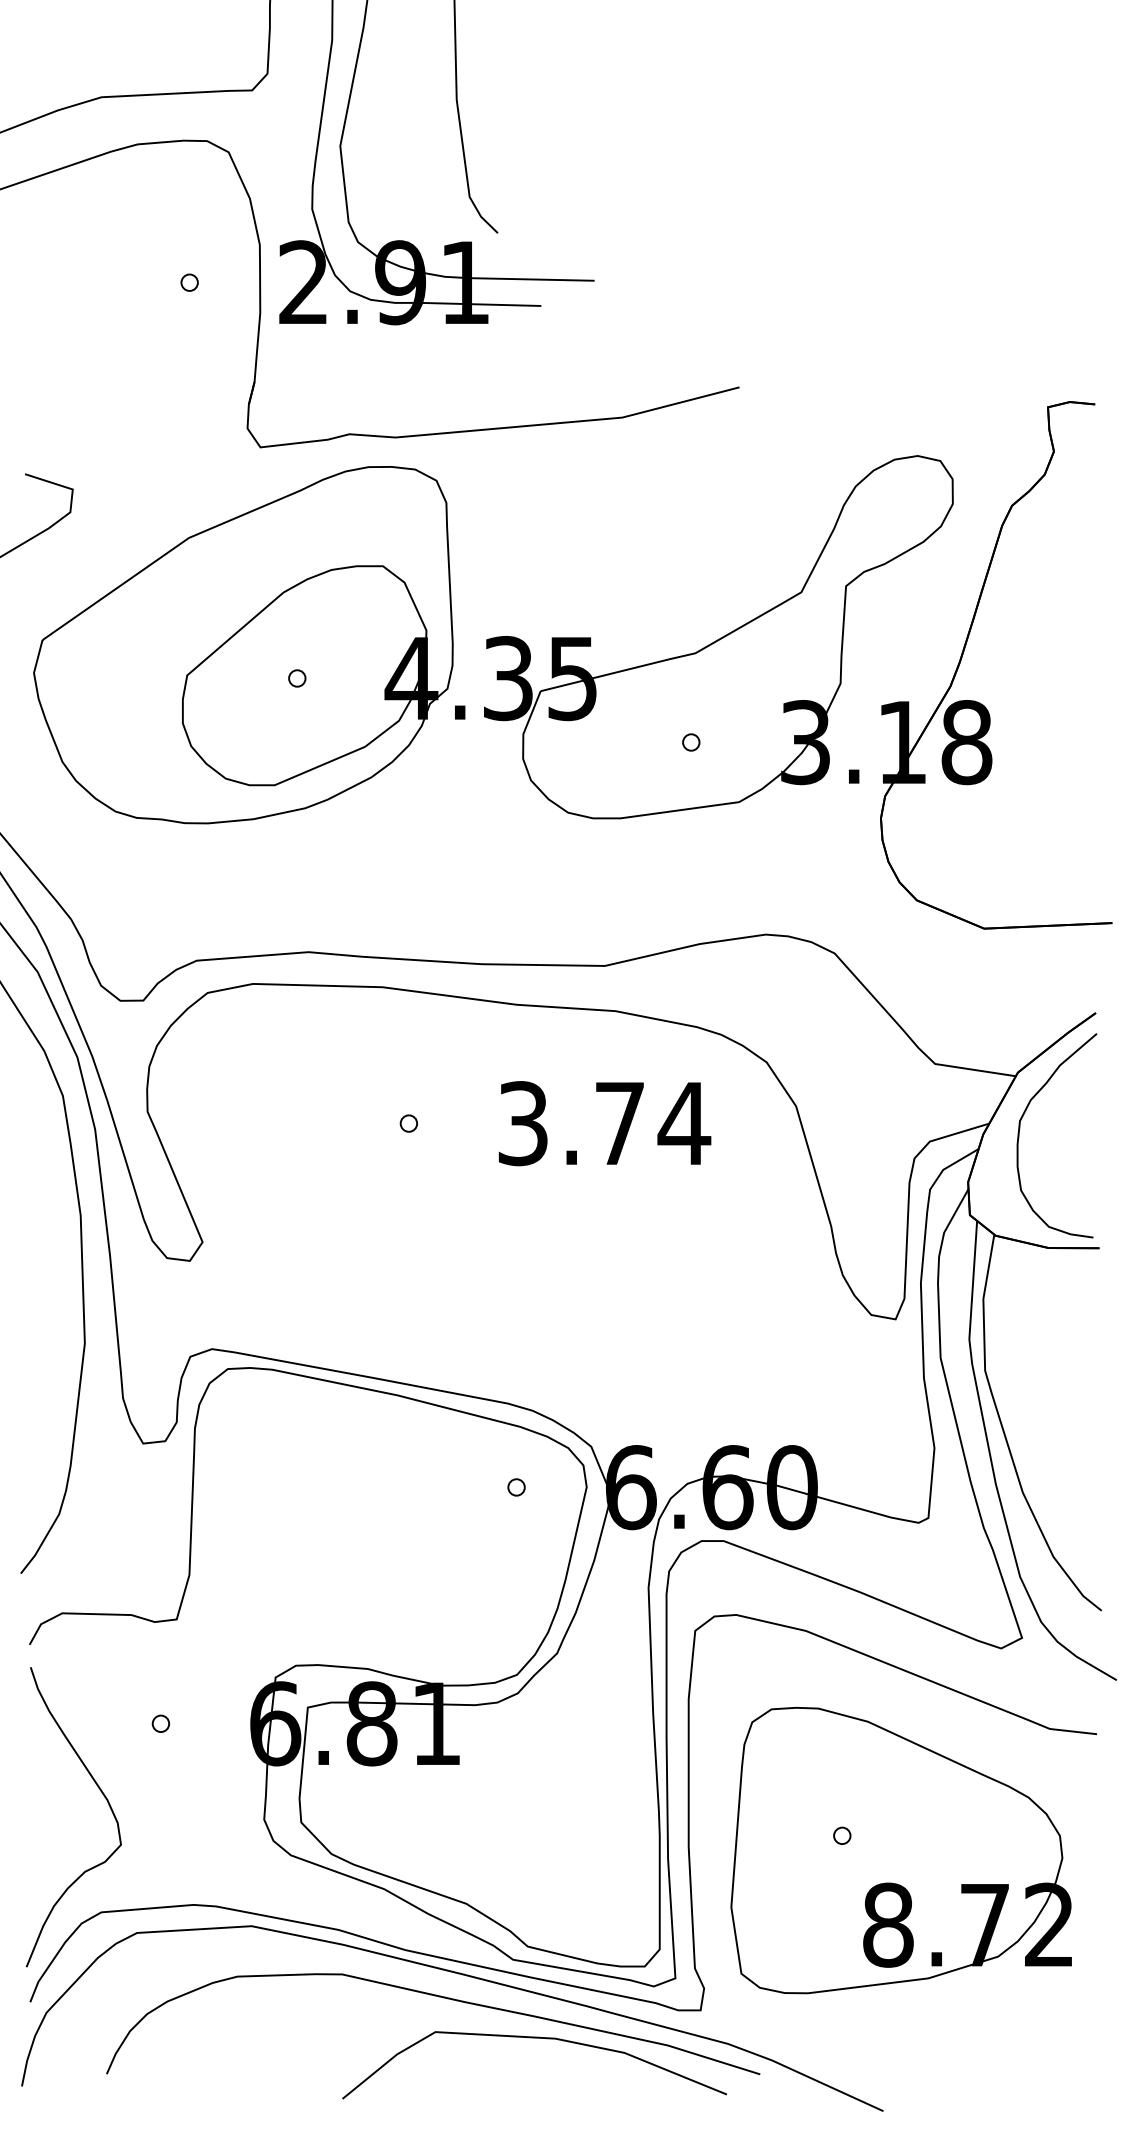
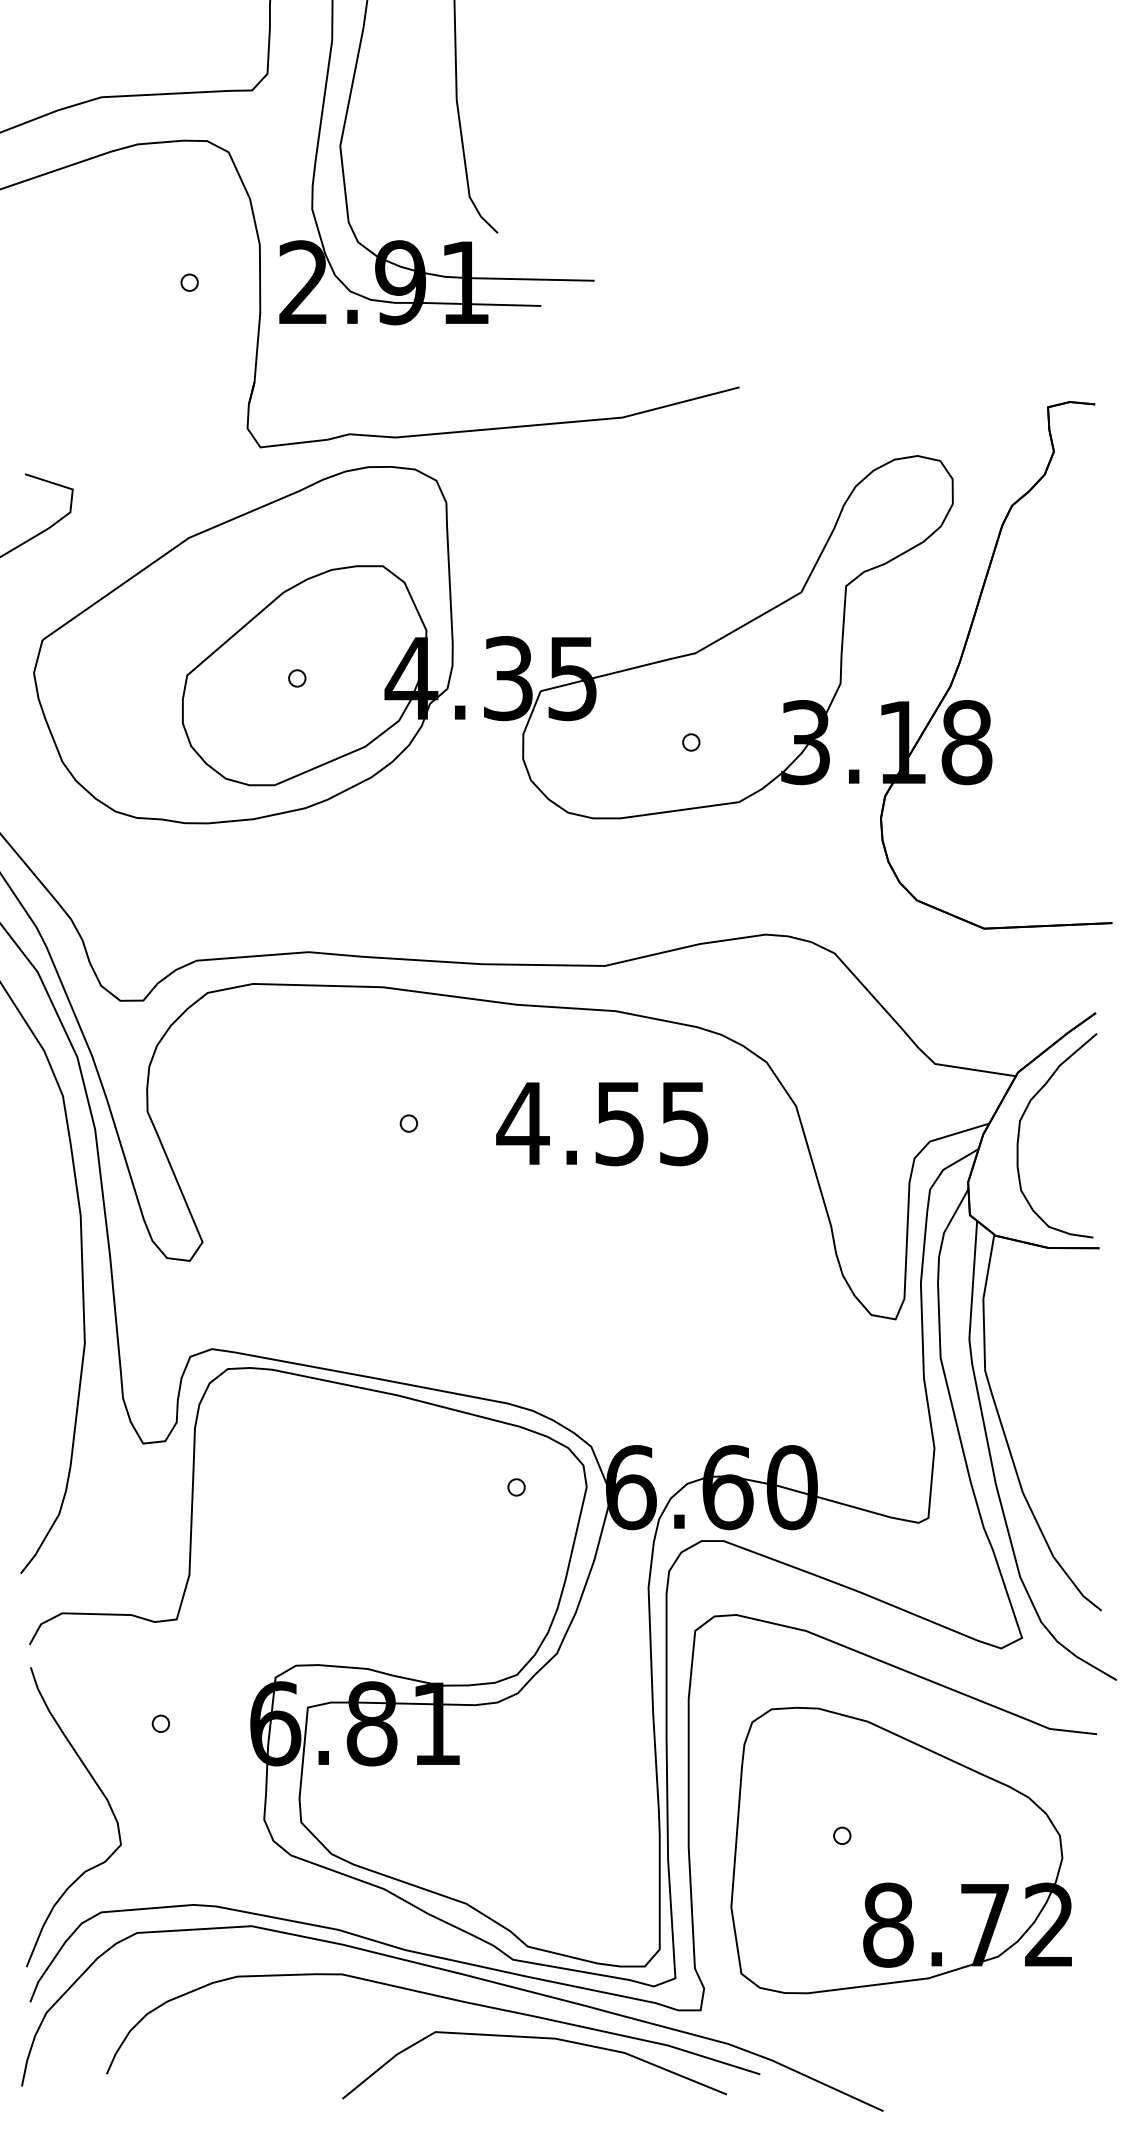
text at (603, 1123): 3.74 -> 4.55
